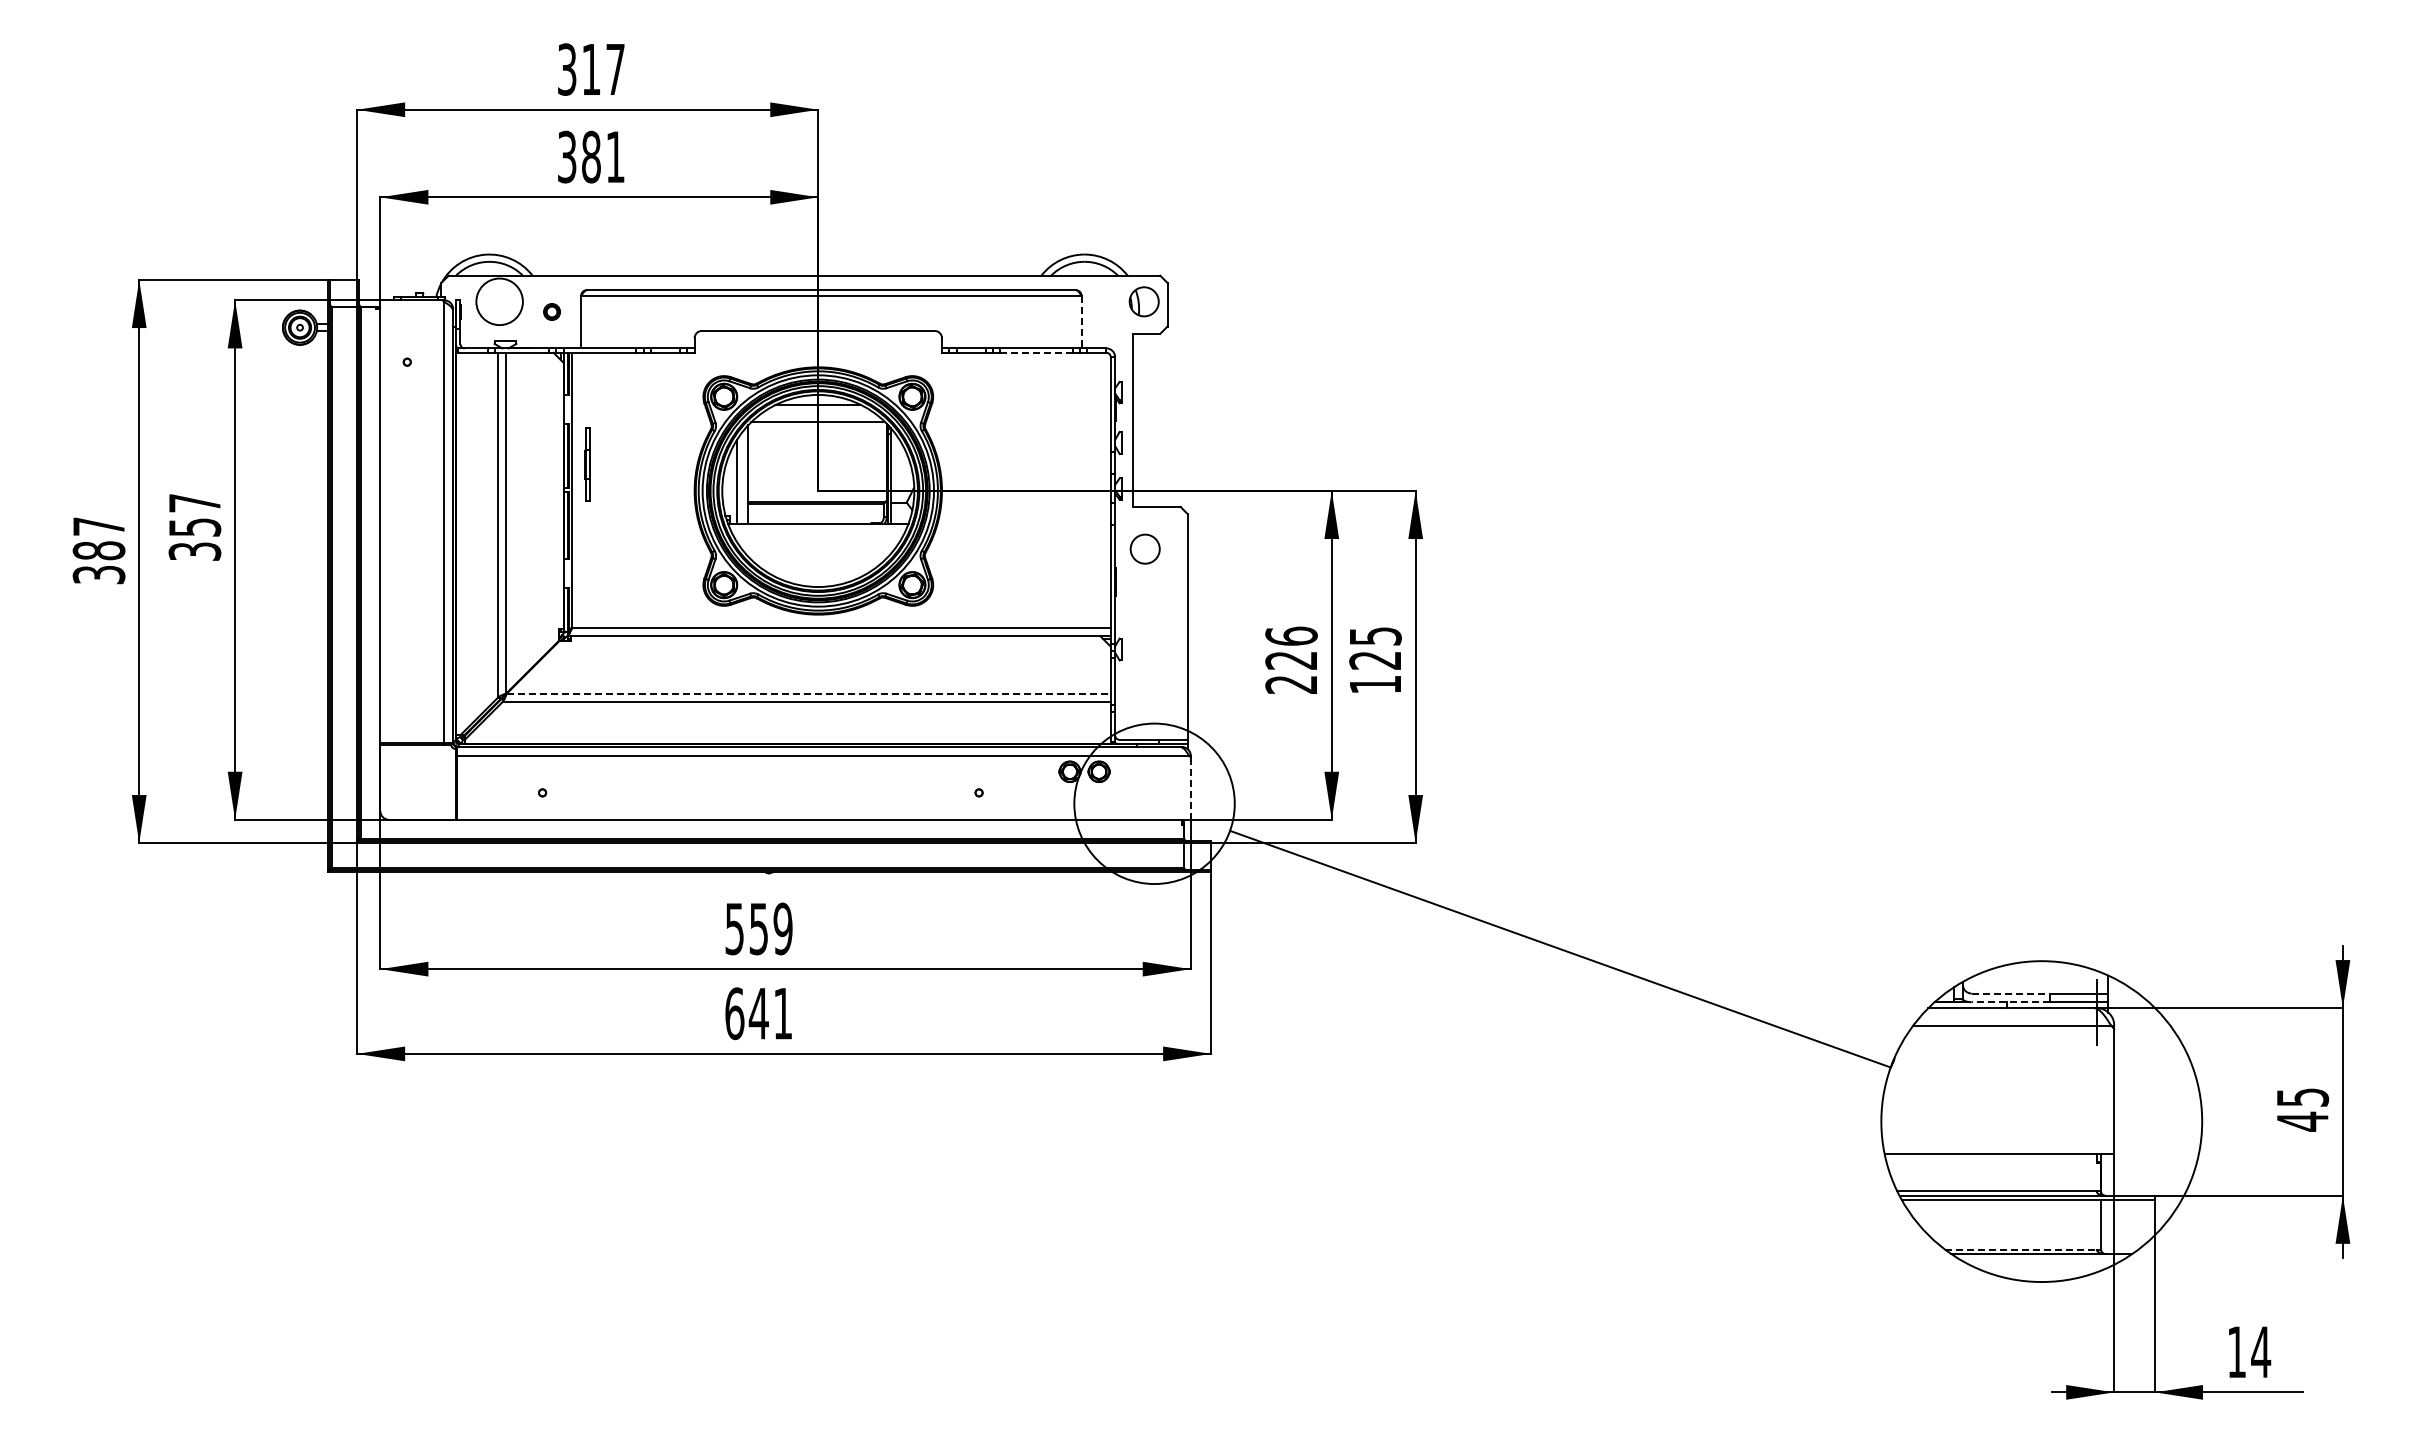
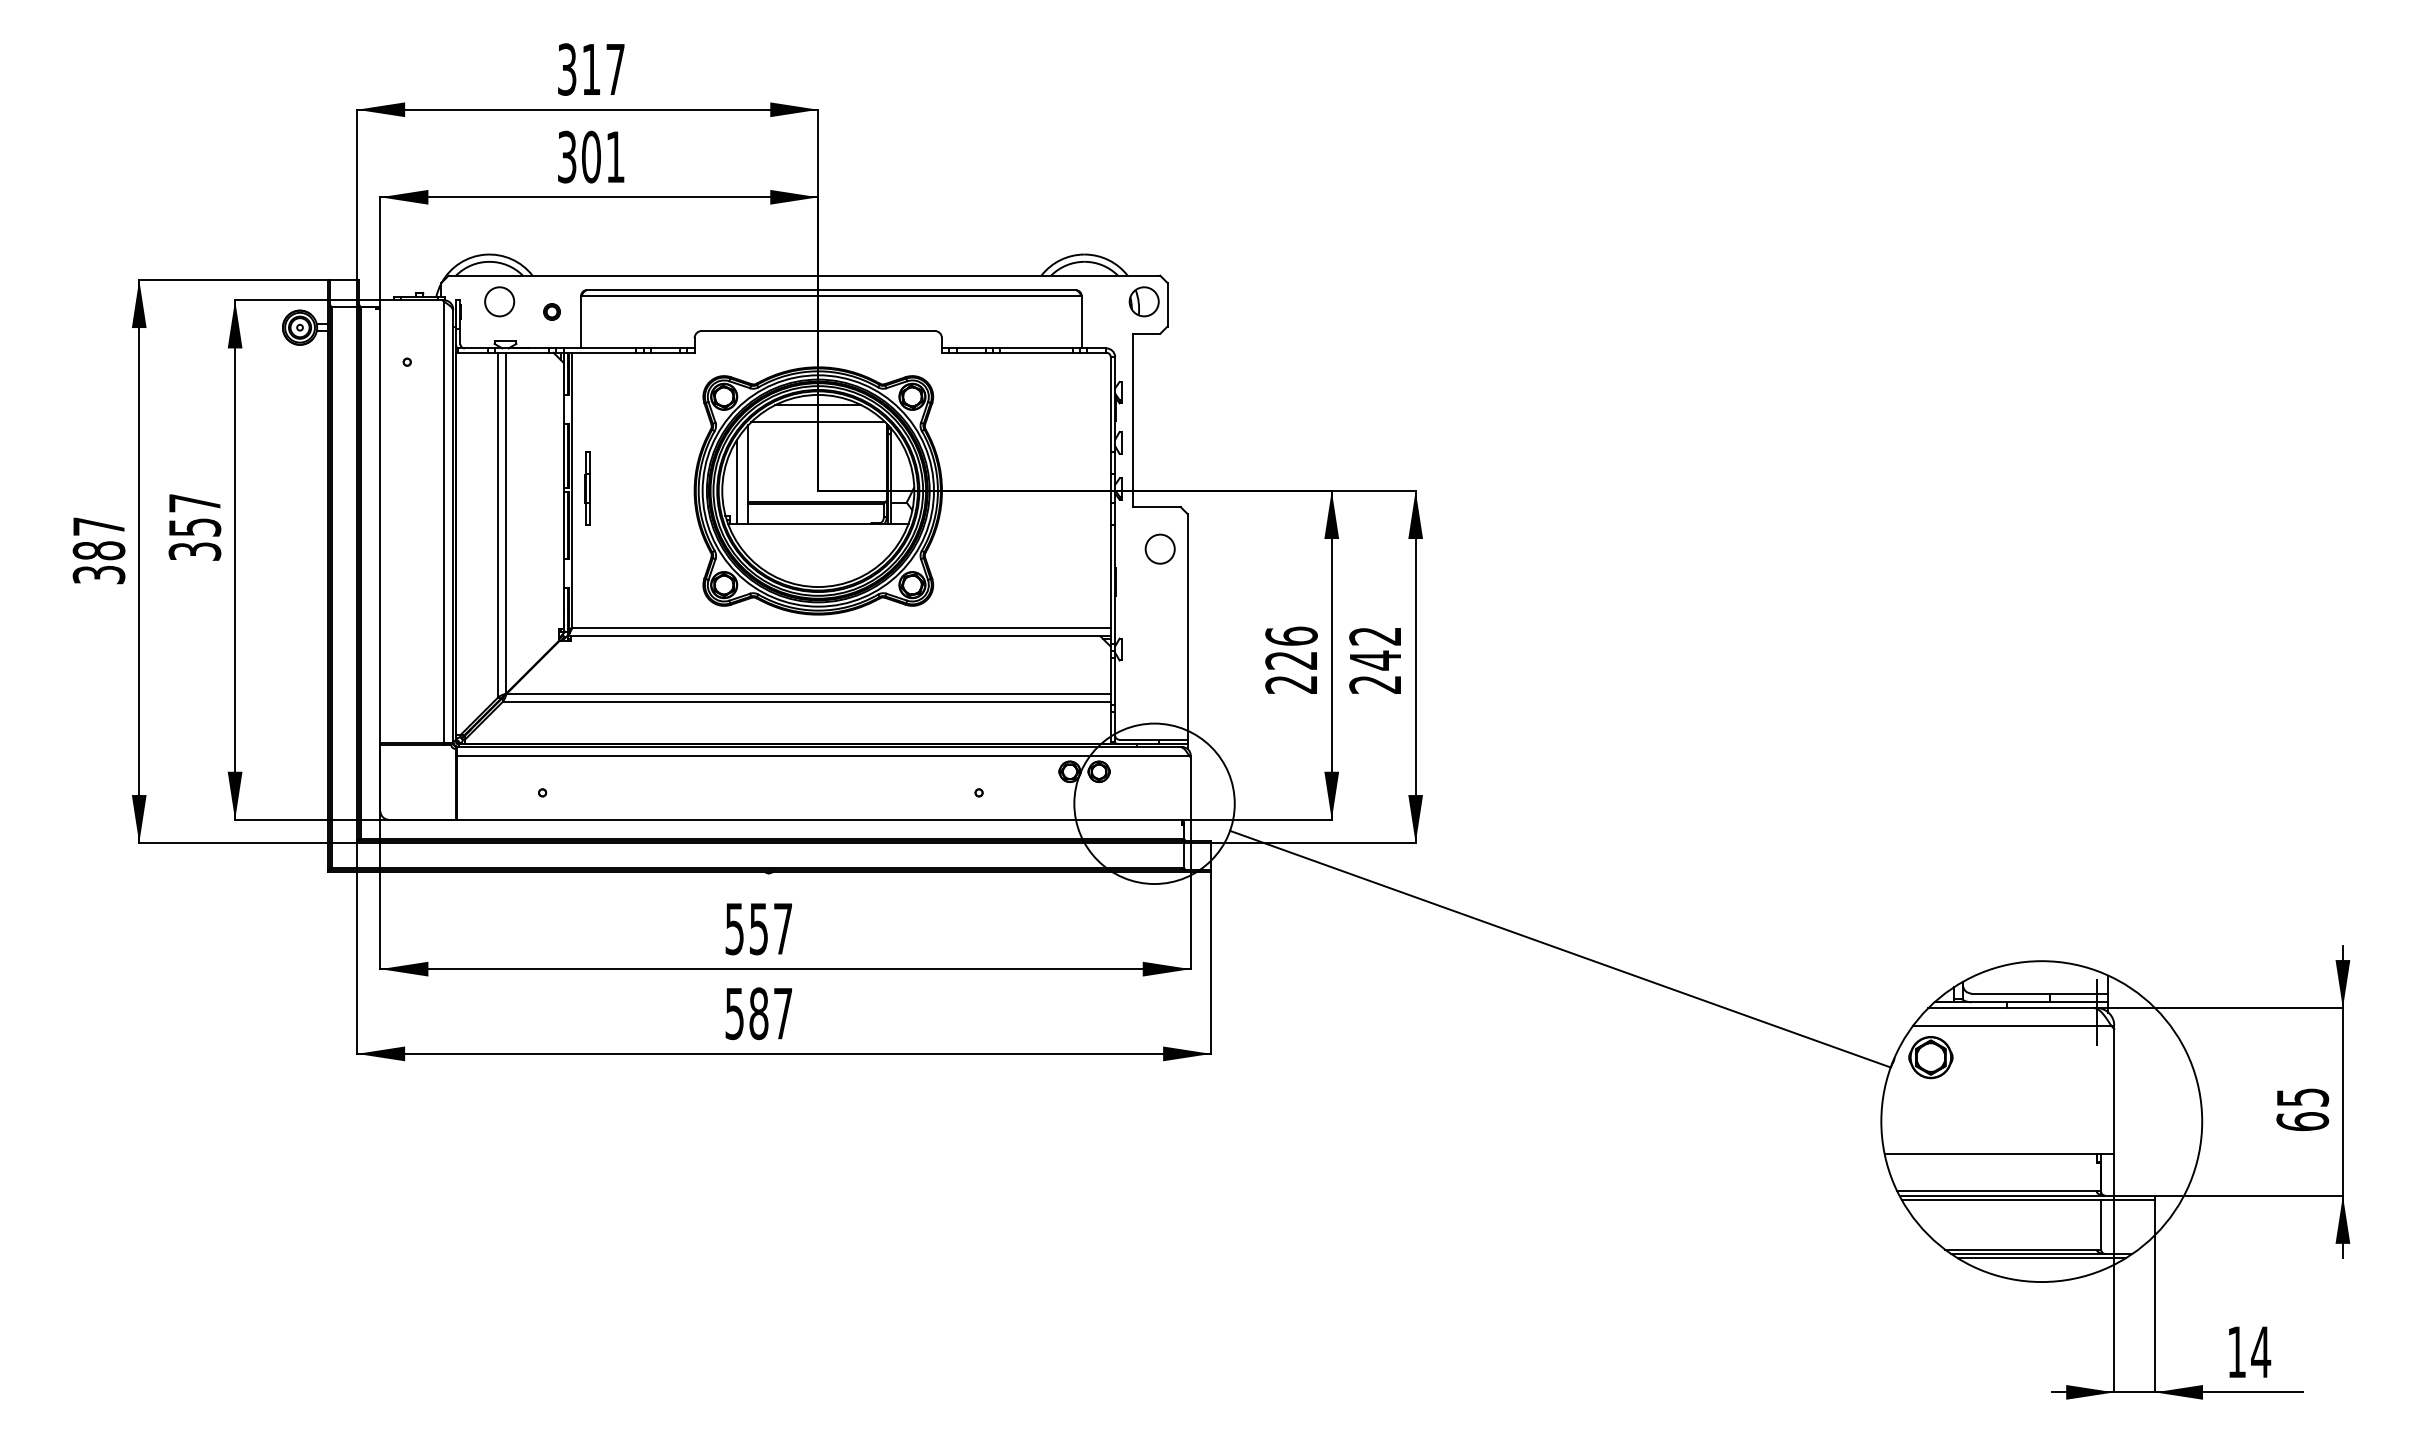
text at (591, 157): 381 -> 301
circle at (499, 301) diameter: 47 px -> 29 px
line at (1081, 322): dashed -> solid
line at (1037, 352): dashed -> solid
part at (587, 464) position: (587, 464) -> (587, 488)
circle at (1144, 548) position: (1144, 548) -> (1159, 548)
text at (1375, 660): 125 -> 242
line at (809, 693): dashed -> solid
line at (1190, 789): dashed -> solid
text at (782, 928): 559 -> 557
line at (2011, 993): dashed -> solid
line at (2010, 1002): dashed -> solid
text at (758, 1013): 641 -> 587
part at (1930, 1057): none -> present
text at (2302, 1121): 45 -> 65
line at (2020, 1249): dashed -> solid
line at (2041, 1258): none -> present
